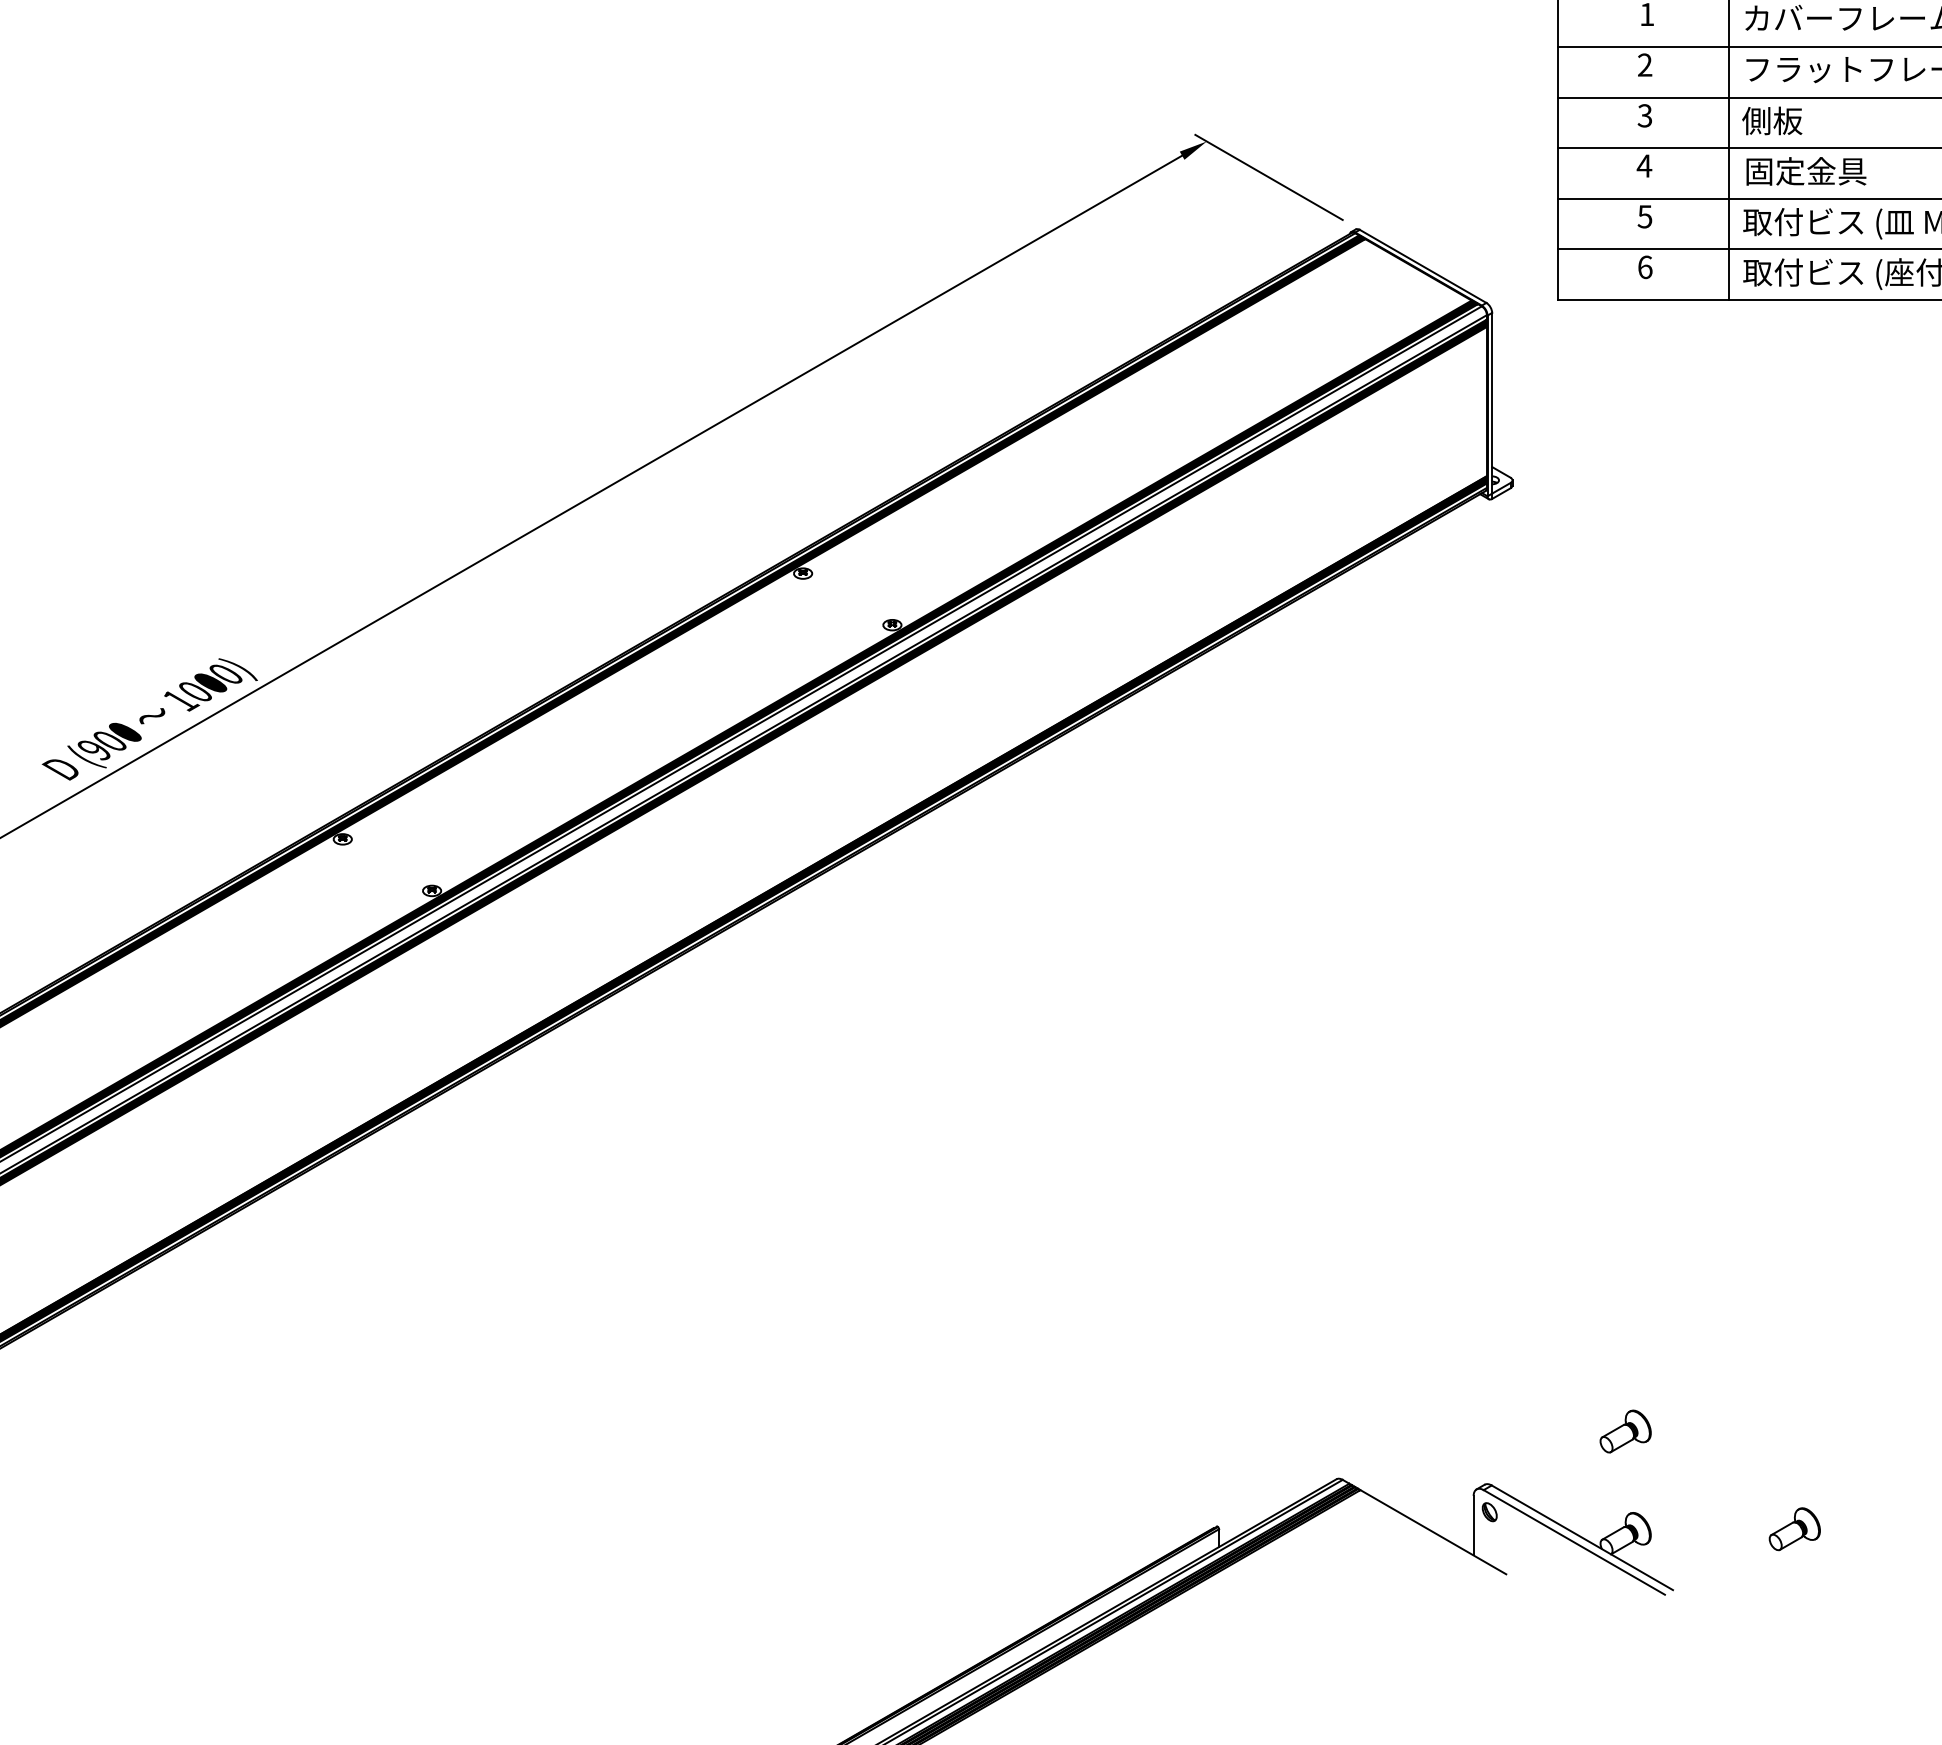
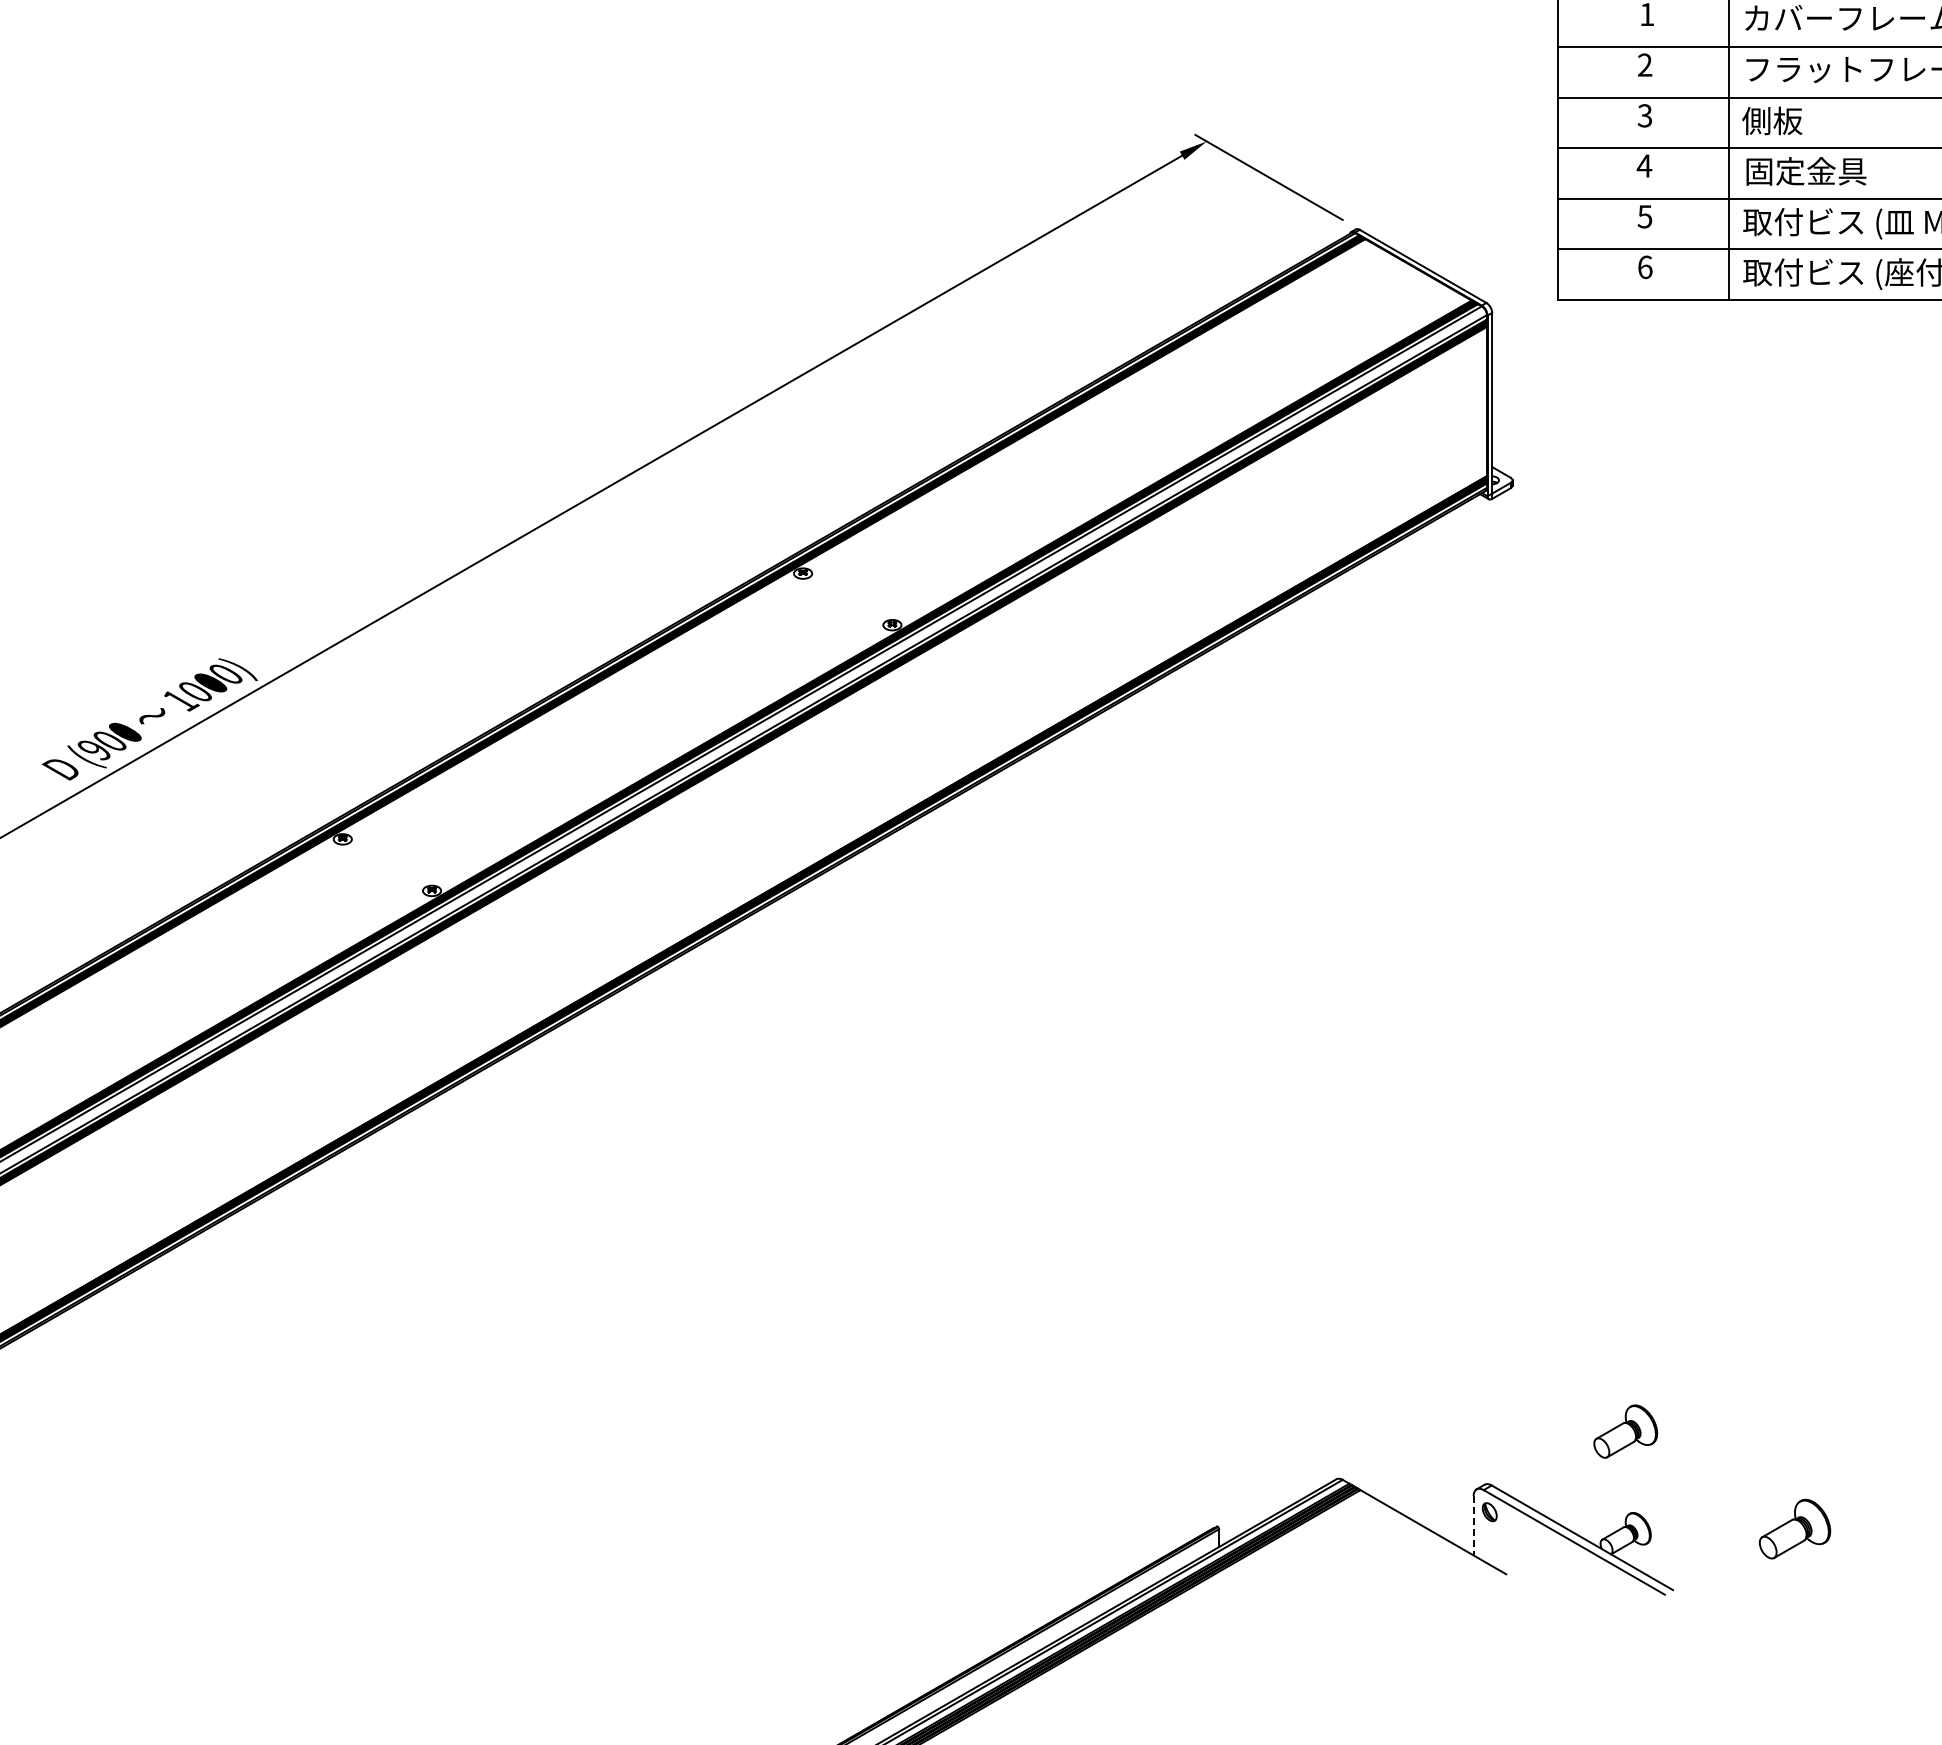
part at (1625, 1431) size: 53x45 px -> 66x55 px
line at (1473, 1525): solid -> dashed
part at (1794, 1529) size: 53x45 px -> 73x62 px
